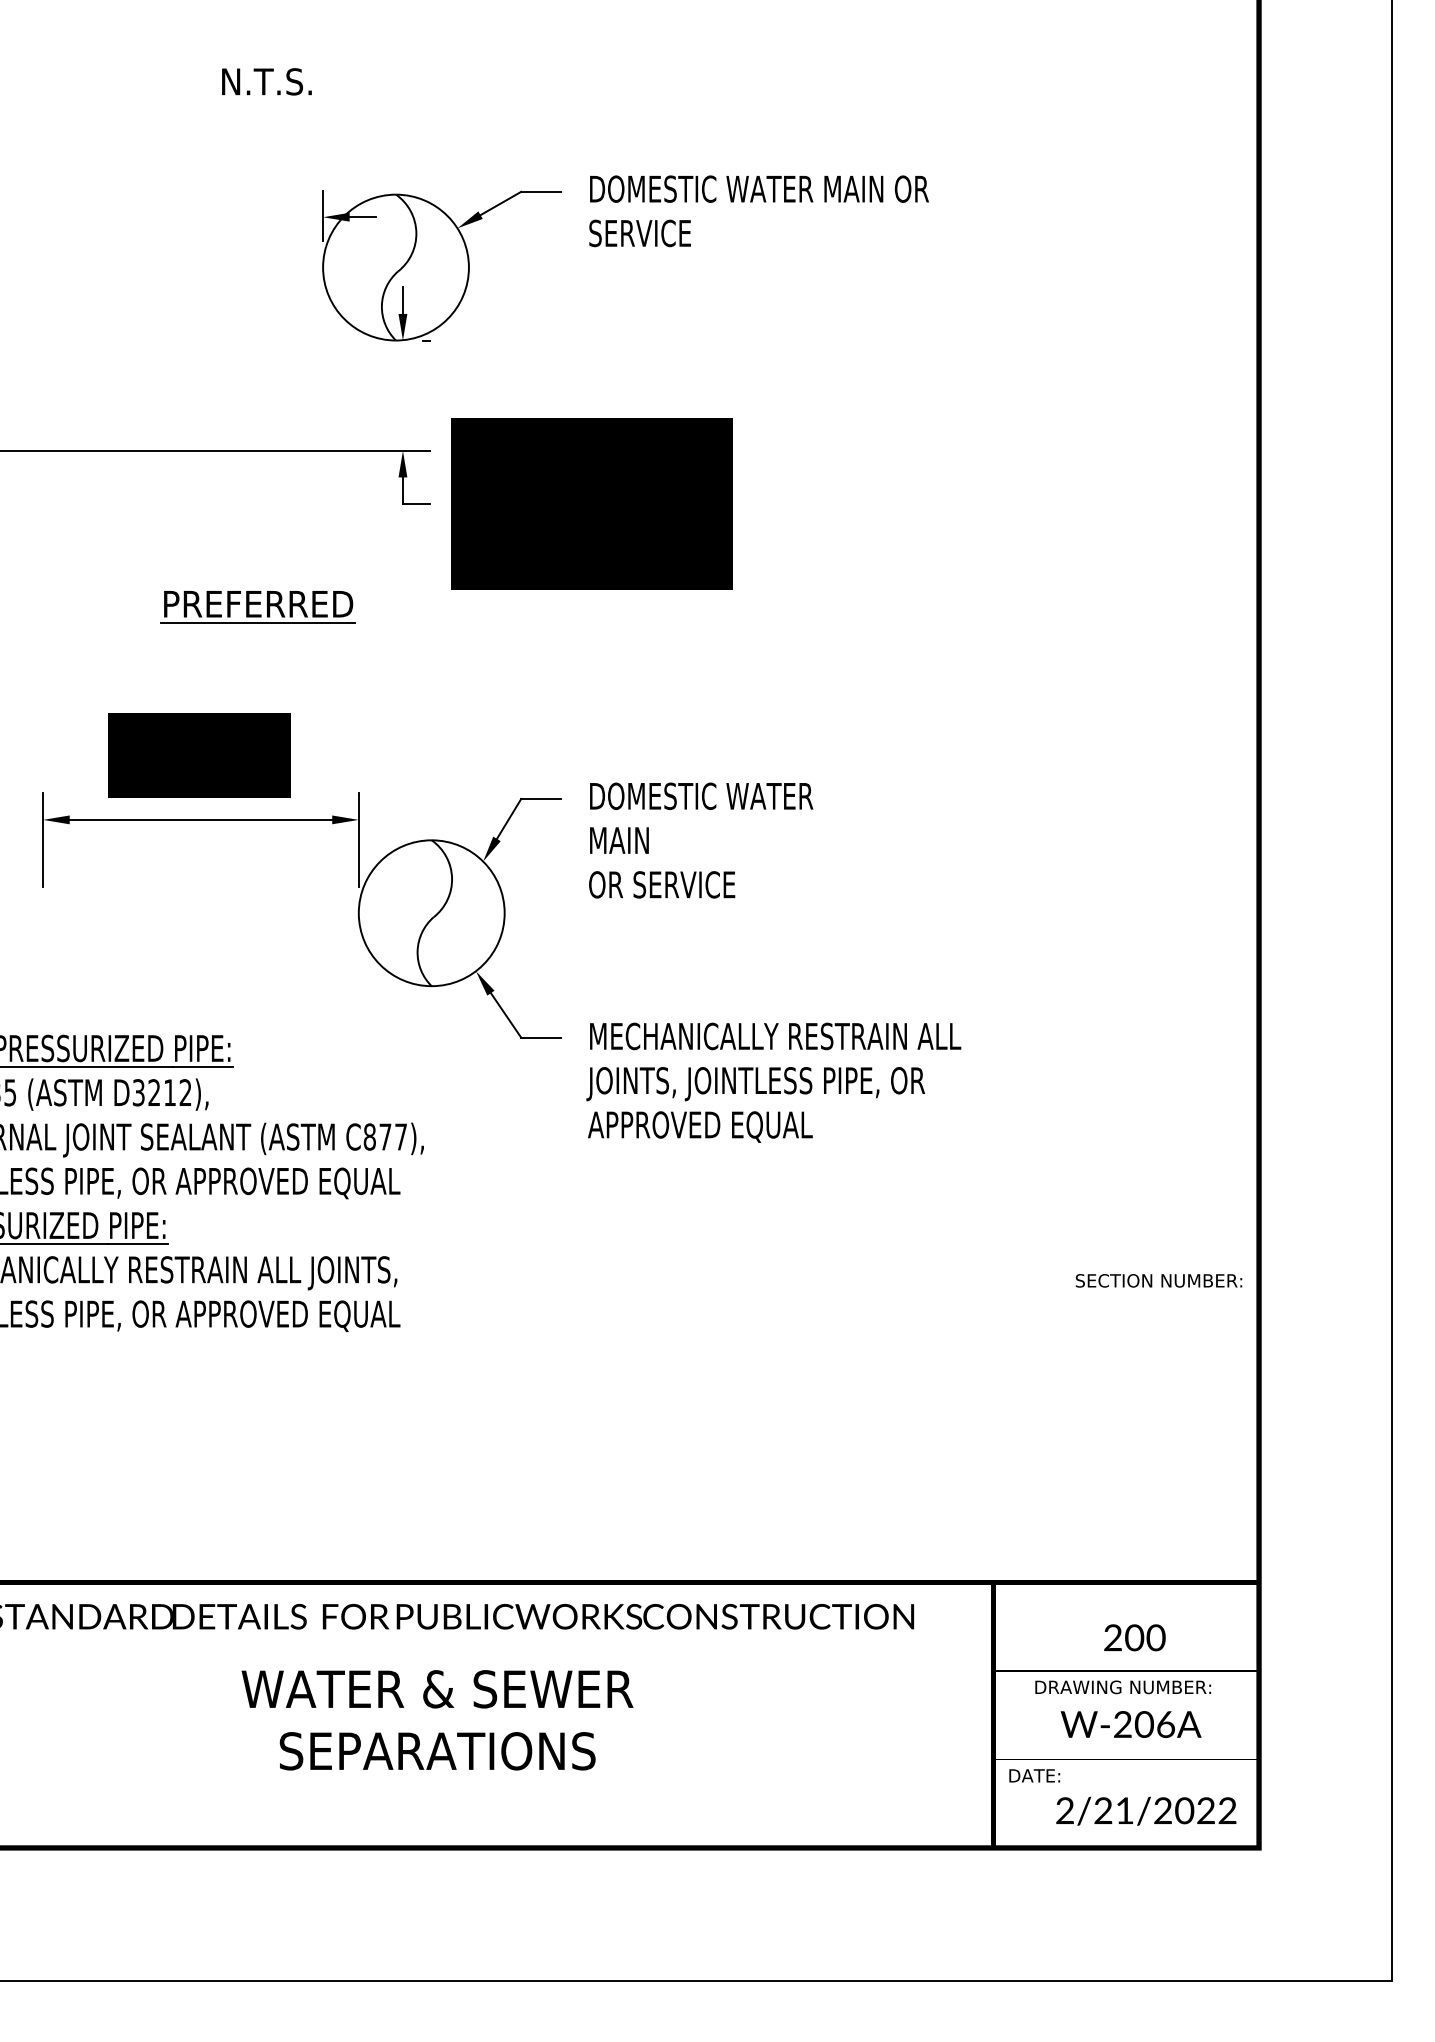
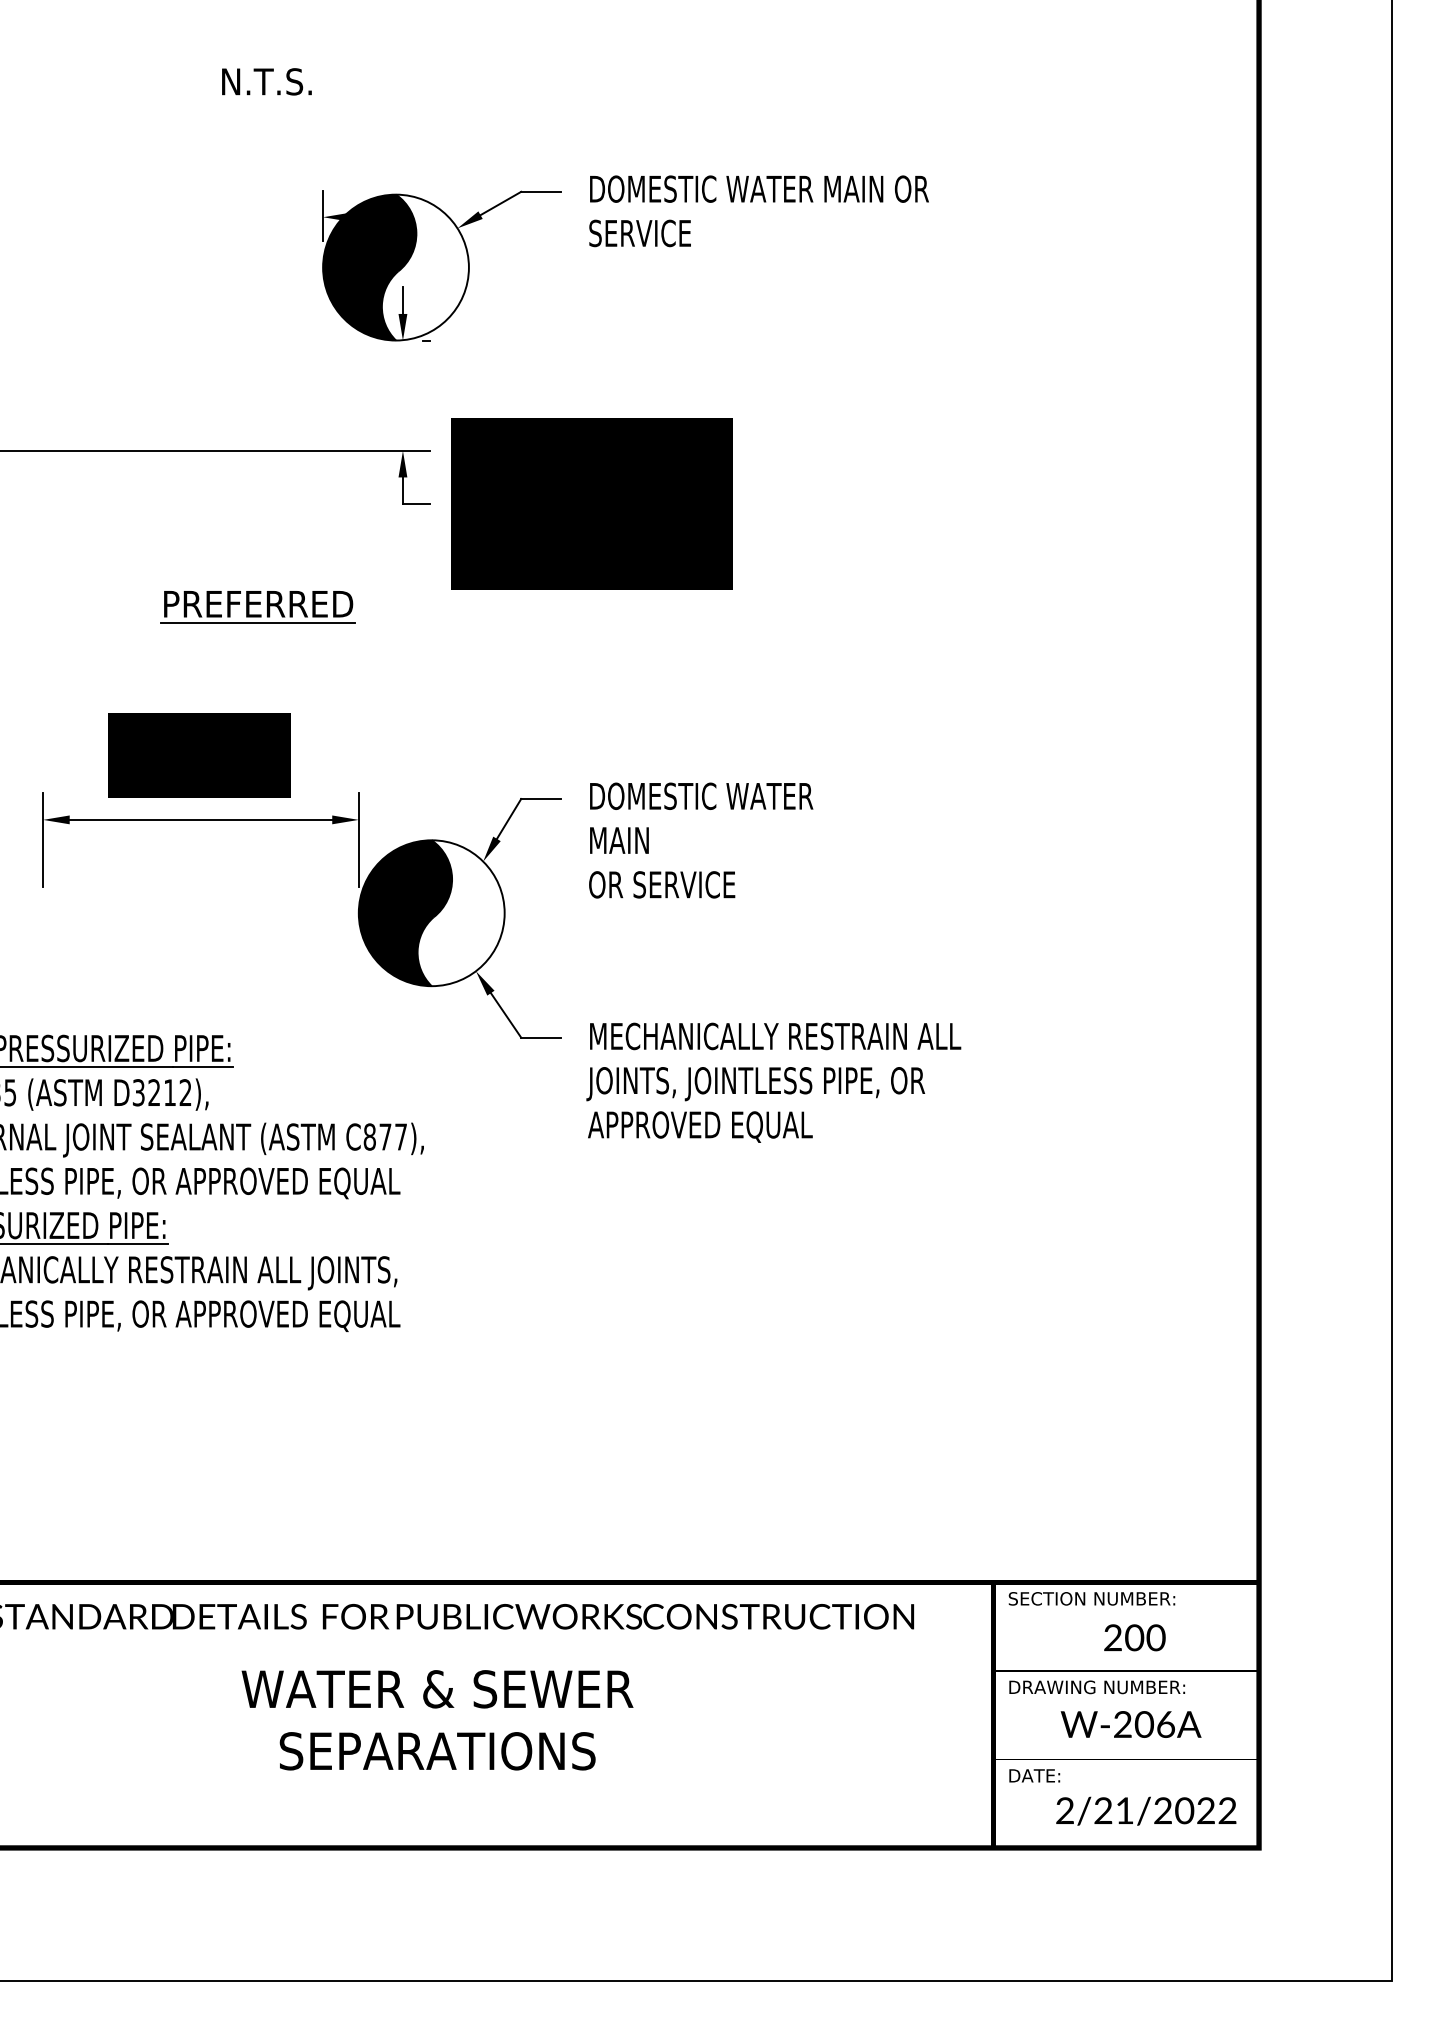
fill at (369, 267): none -> present
fill at (405, 913): none -> present
text at (1158, 1280) position: (1158, 1280) -> (1091, 1598)
text at (1122, 1687) position: (1122, 1687) -> (1096, 1687)
